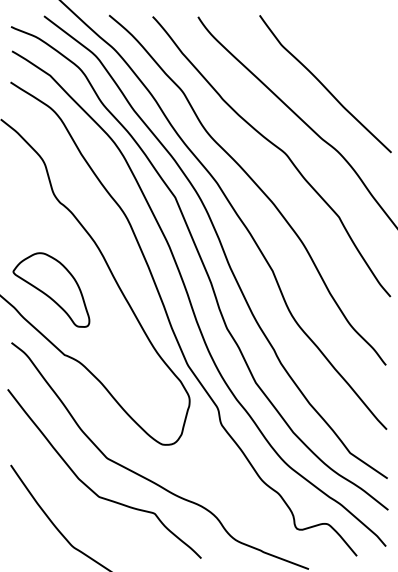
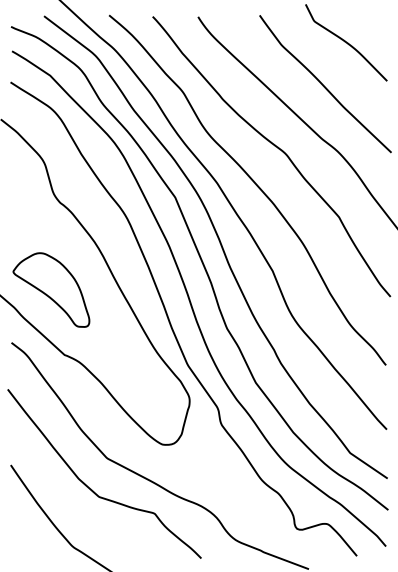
curve at (346, 42): none -> present
